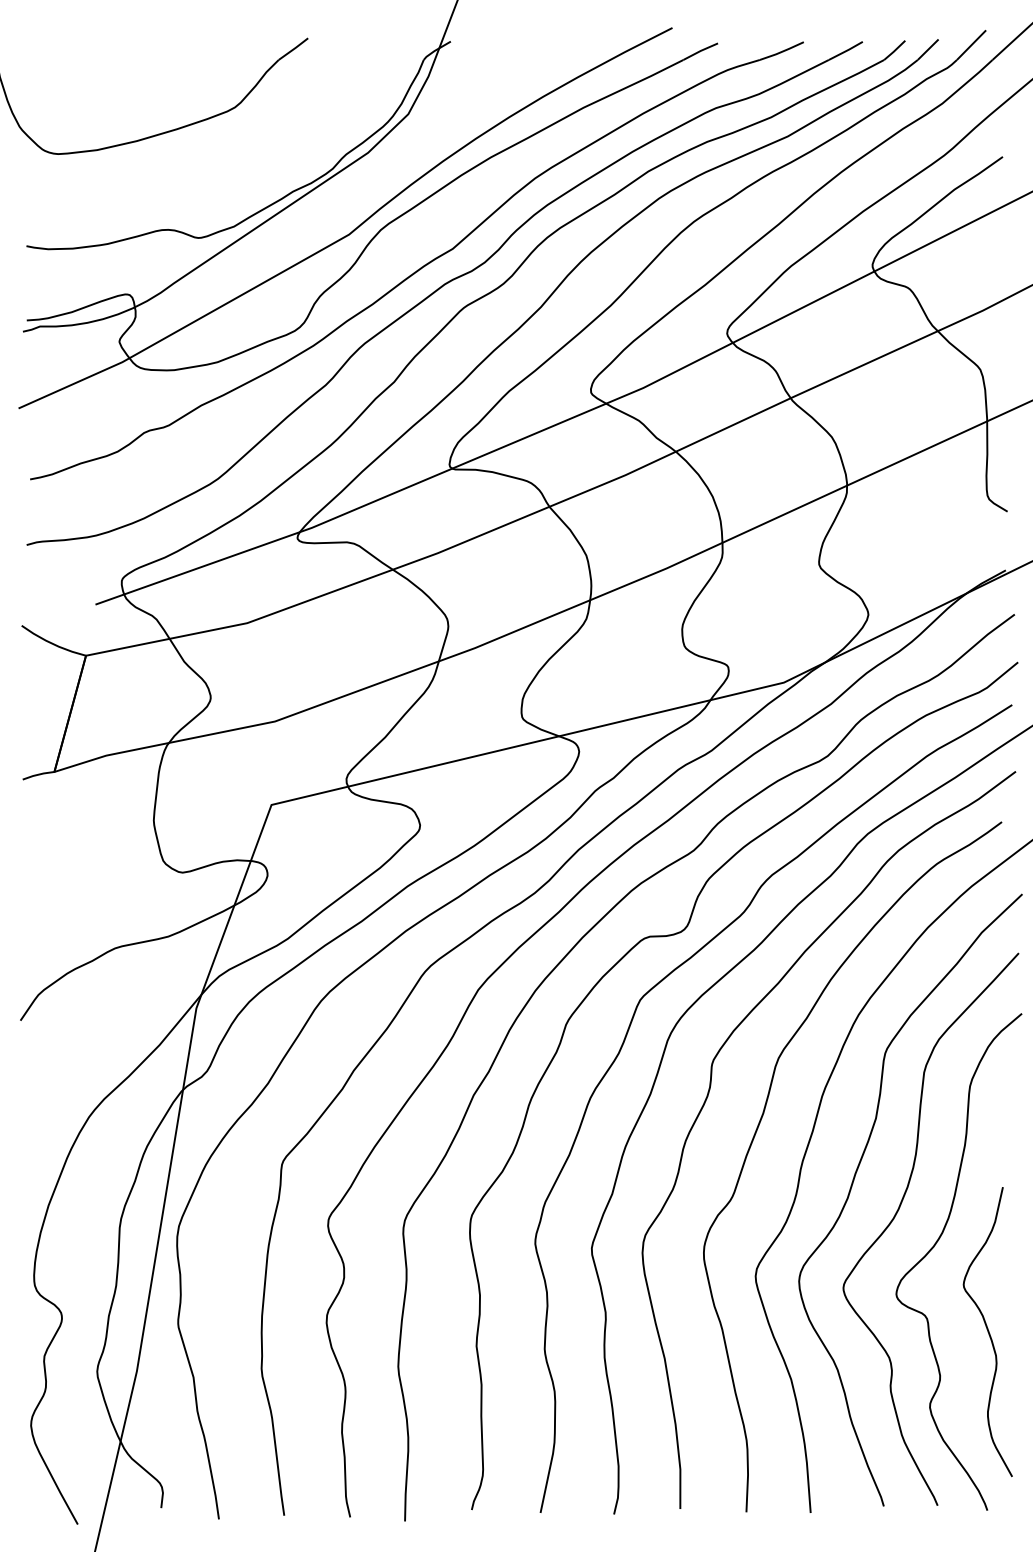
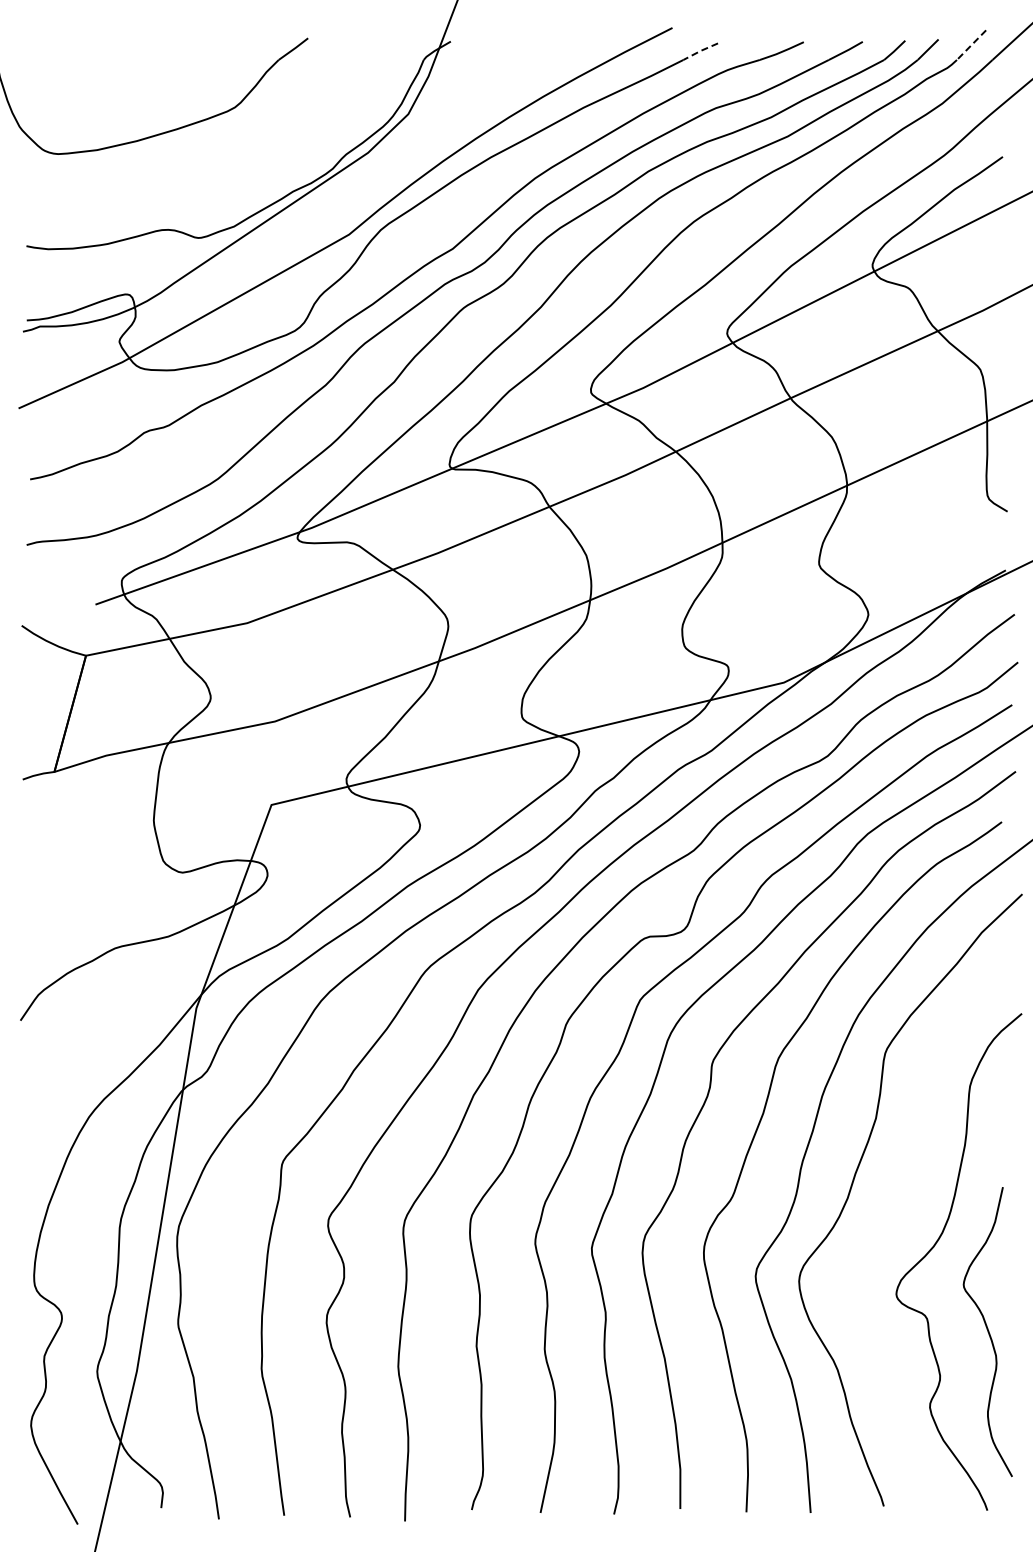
line at (971, 45): solid -> dashed
line at (700, 50): solid -> dashed
curve at (898, 1211): present -> none
